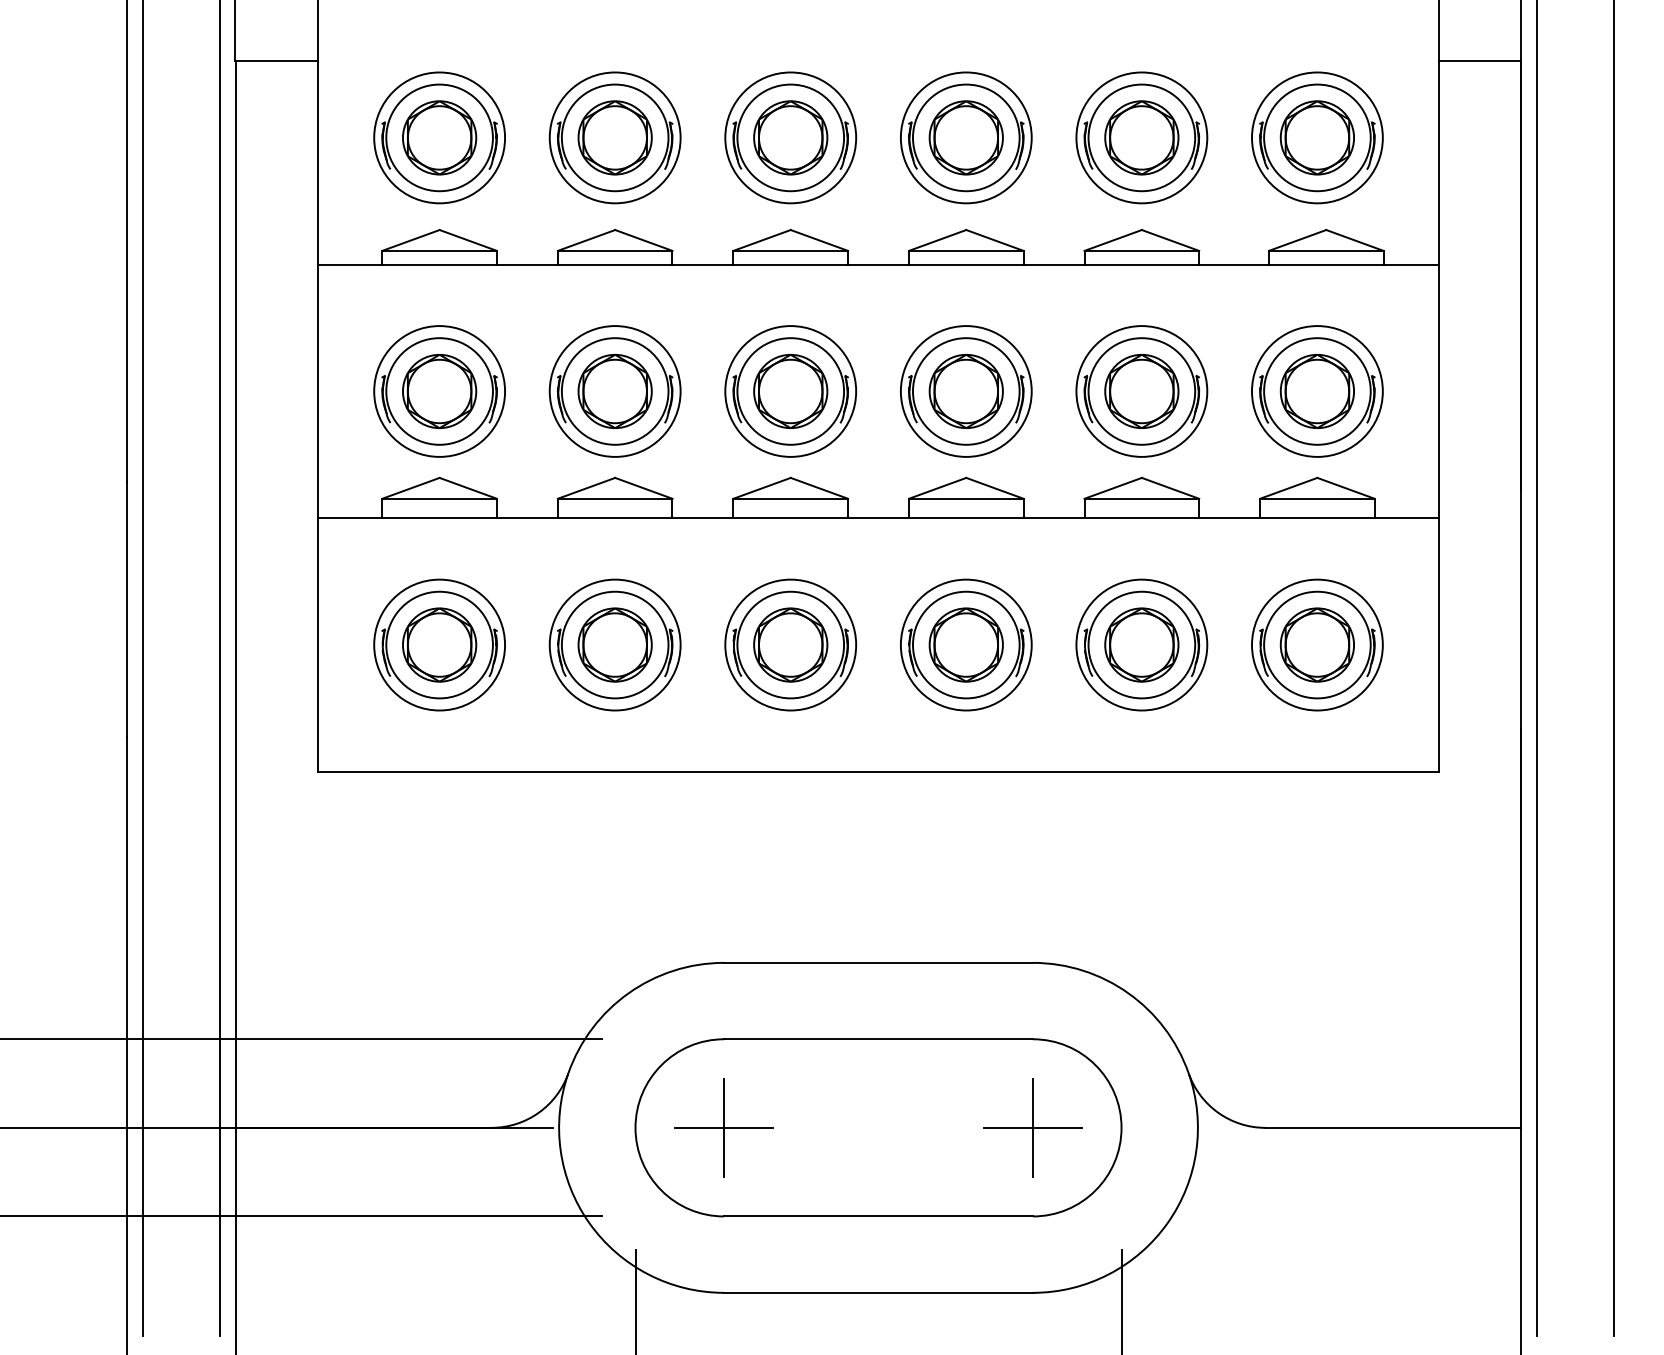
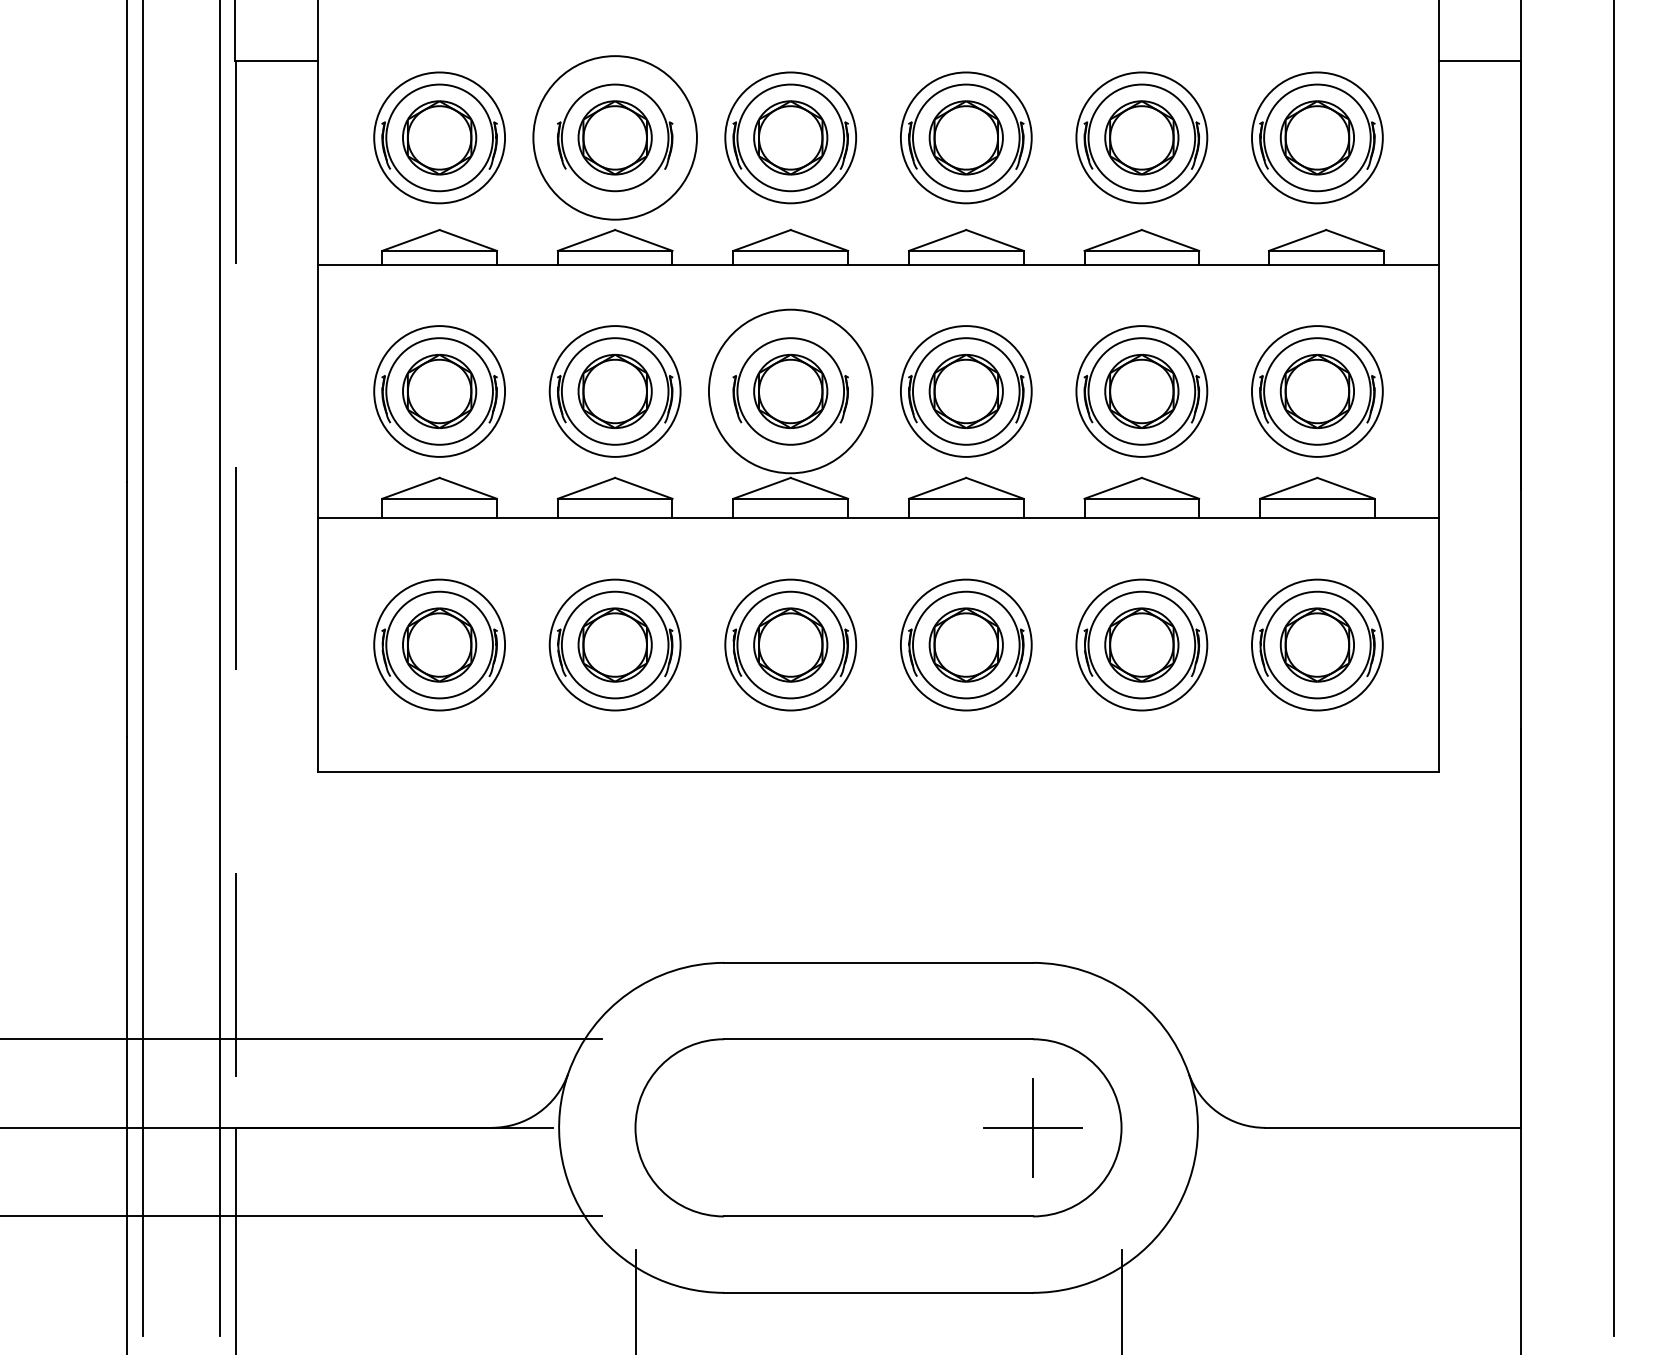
circle at (614, 137) diameter: 131 px -> 164 px
circle at (790, 391) diameter: 131 px -> 164 px
line at (235, 594): solid -> dashed
line at (1536, 668): present -> none
part at (723, 1127): present -> none
